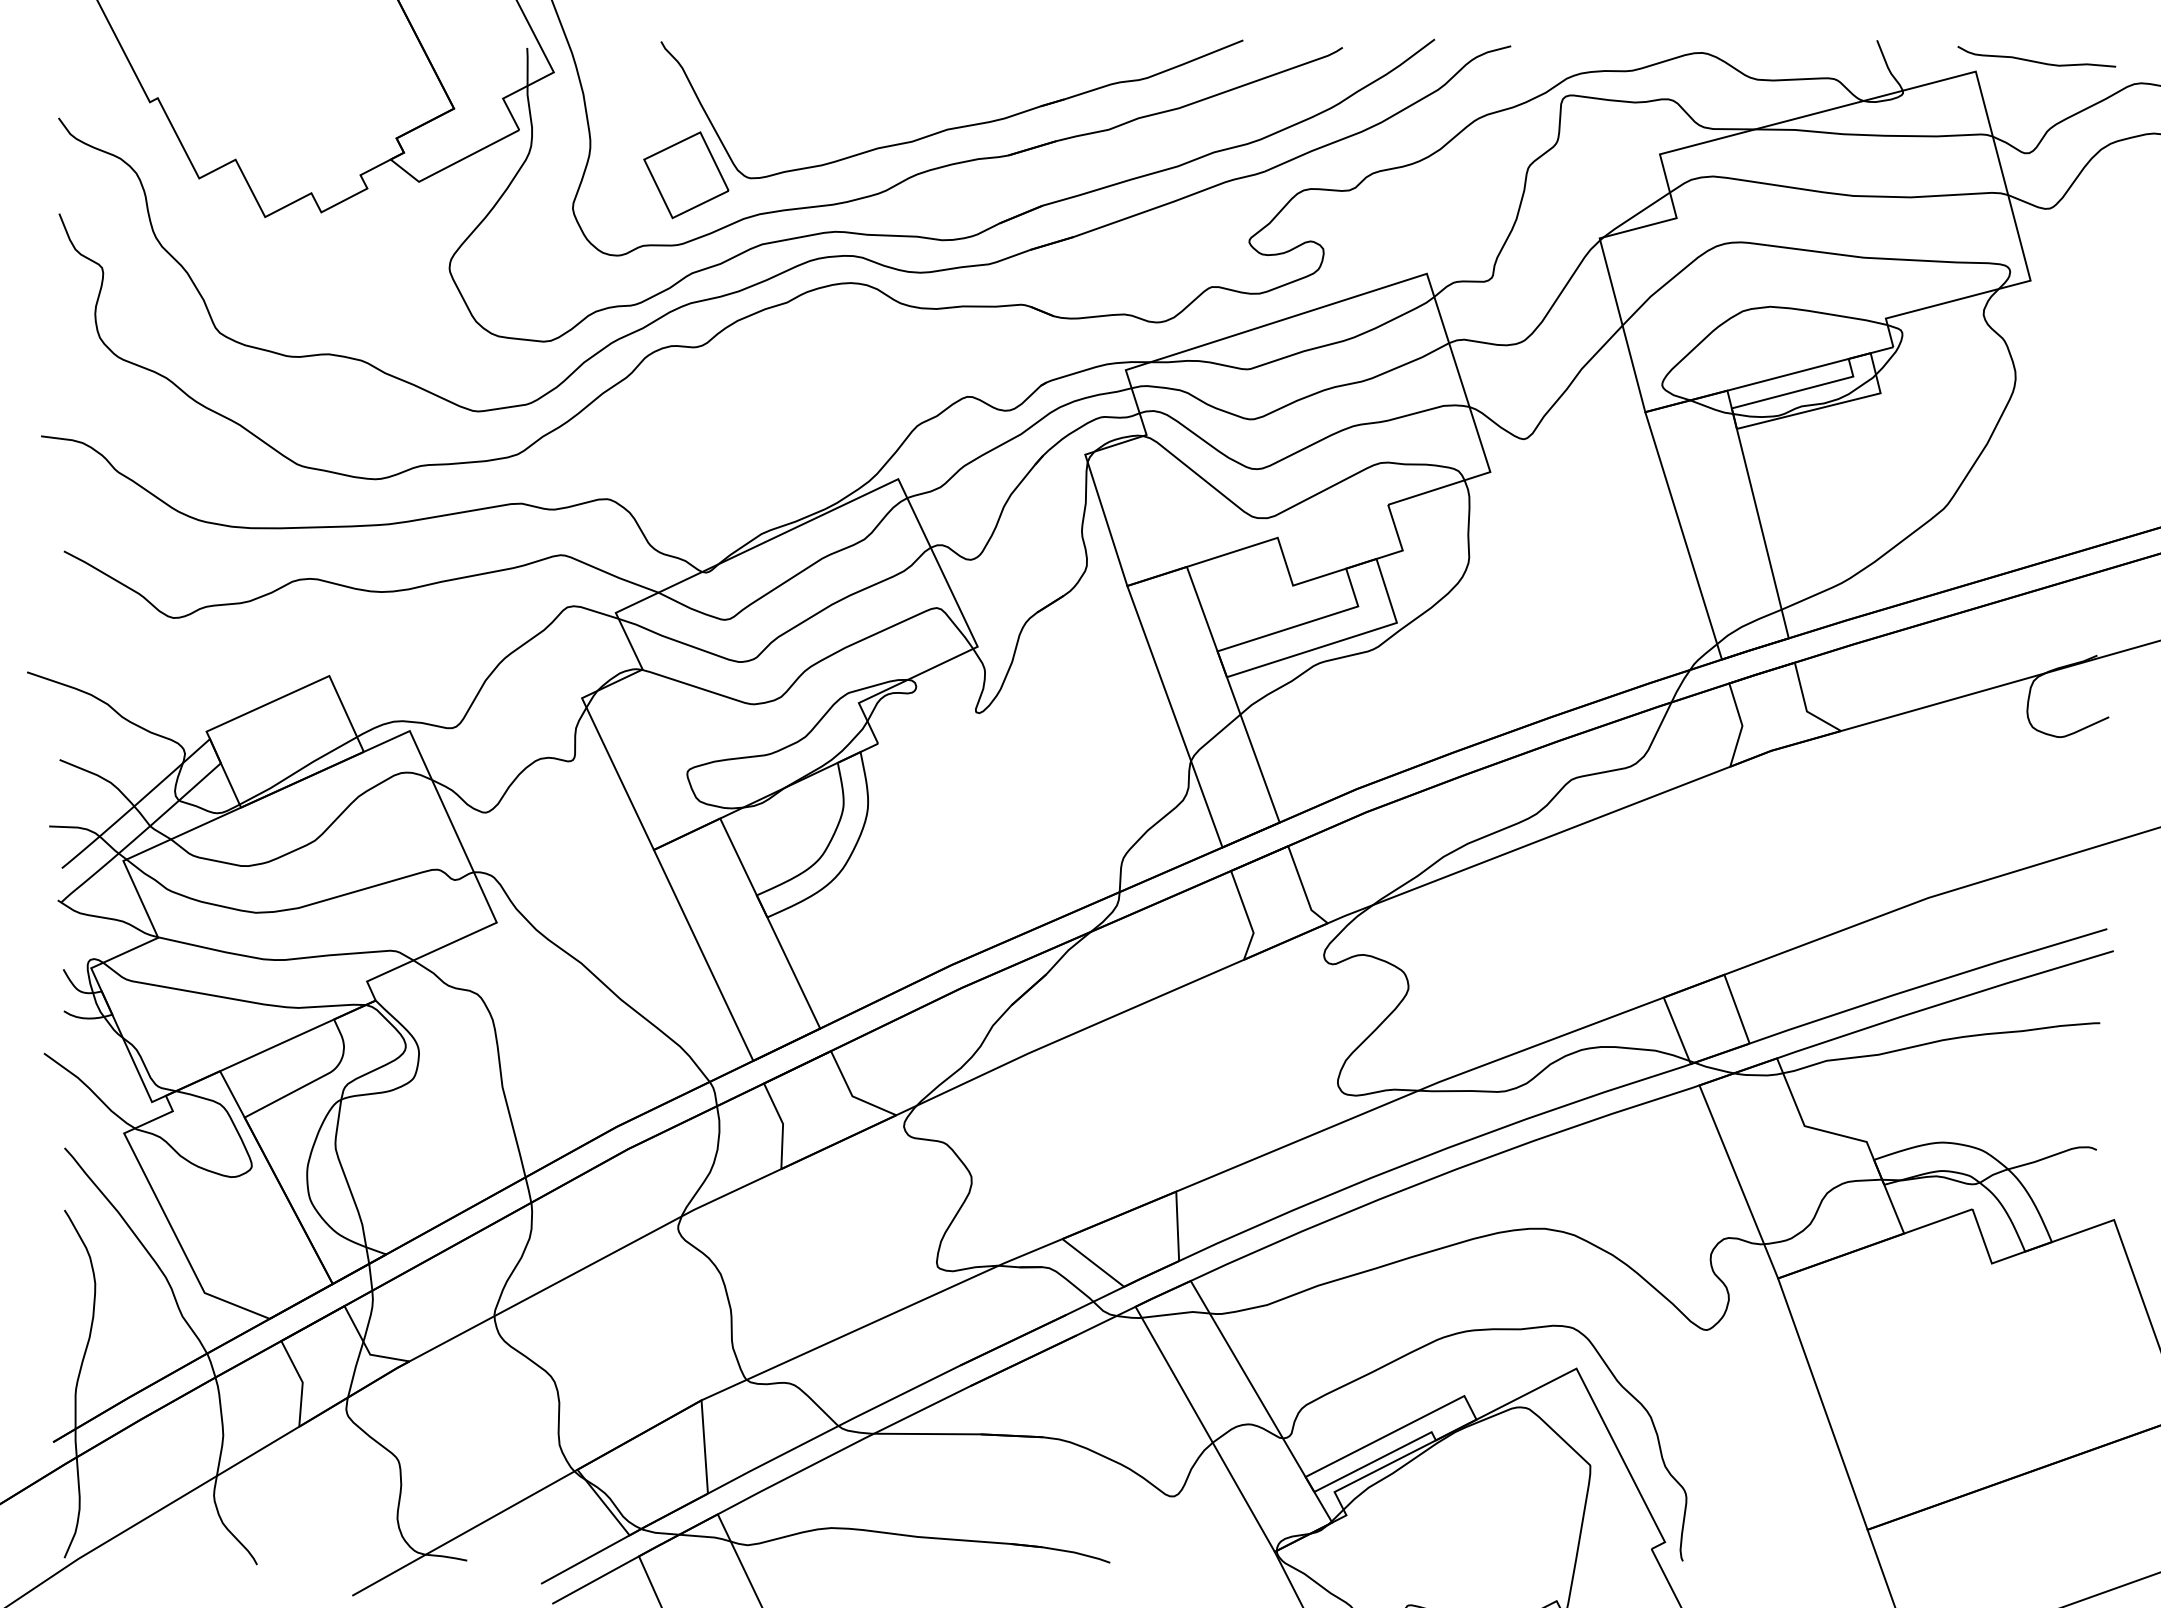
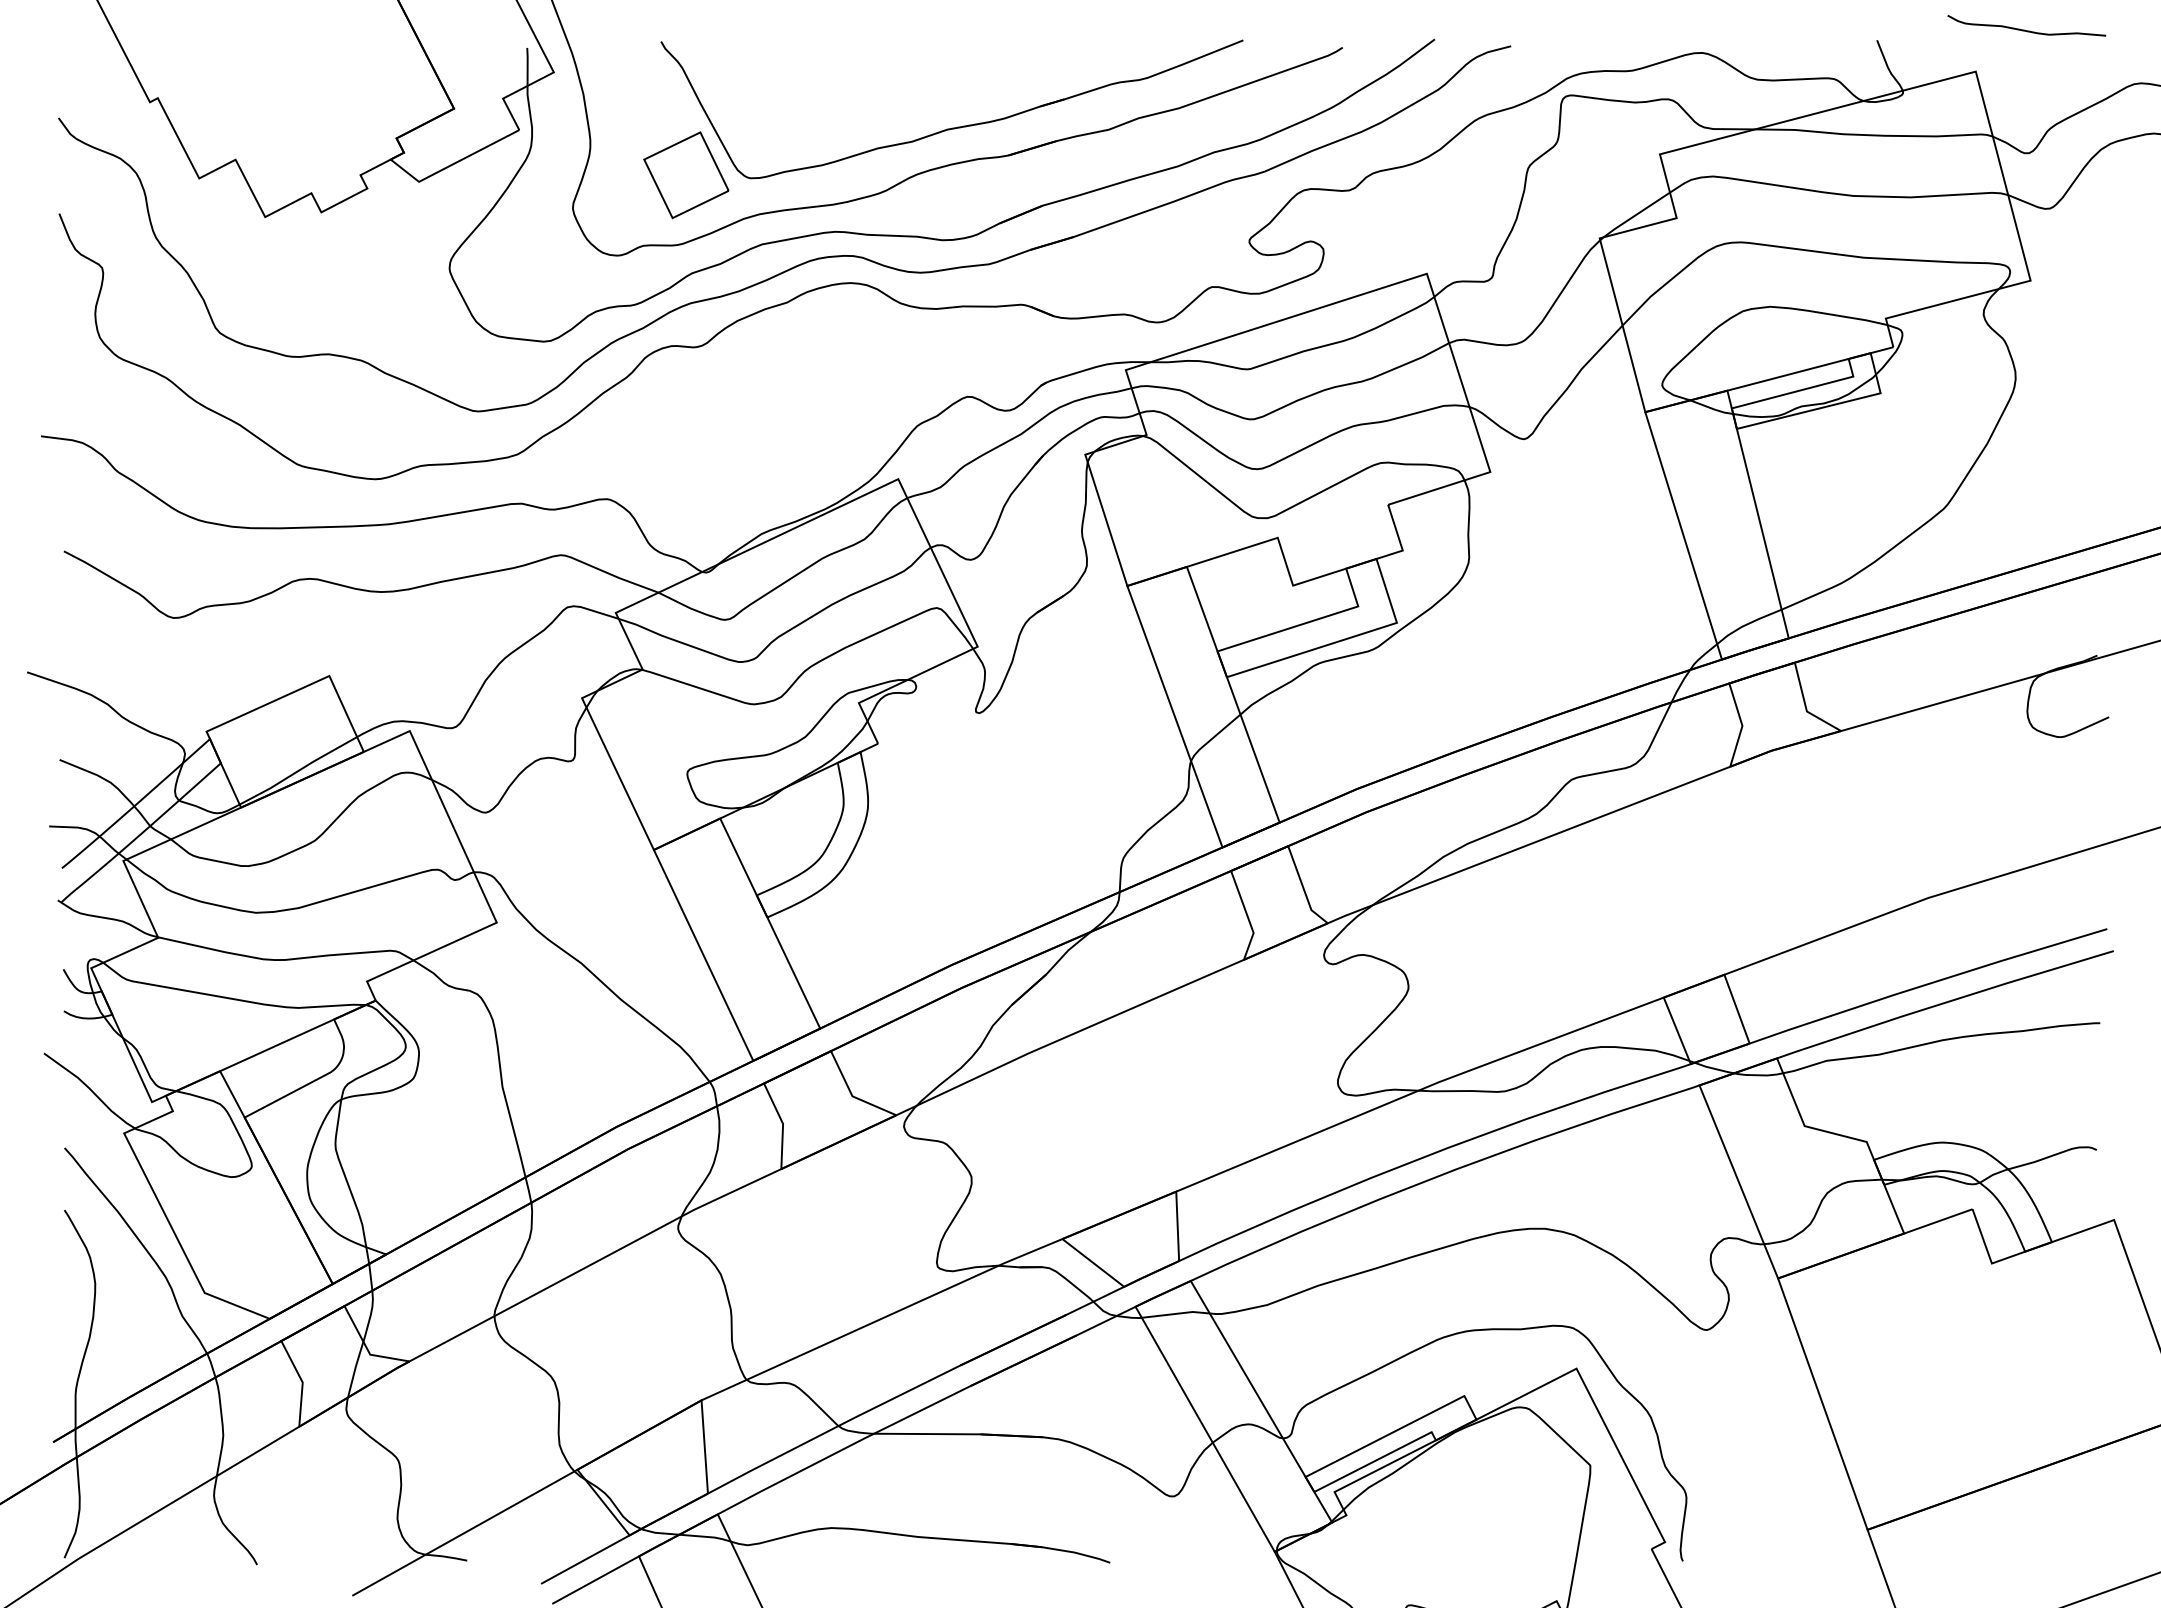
curve at (2034, 60) position: (2034, 60) -> (2024, 29)
